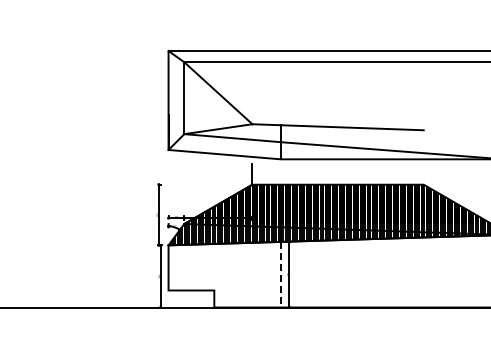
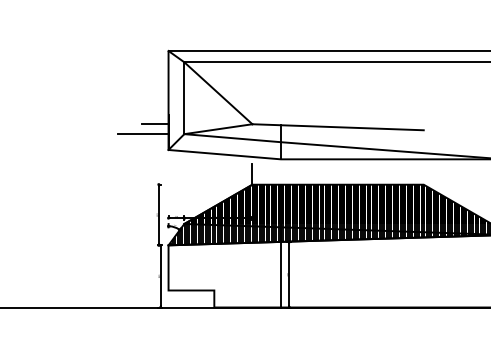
line at (154, 124): none -> present
line at (143, 134): none -> present
line at (280, 274): dashed -> solid
